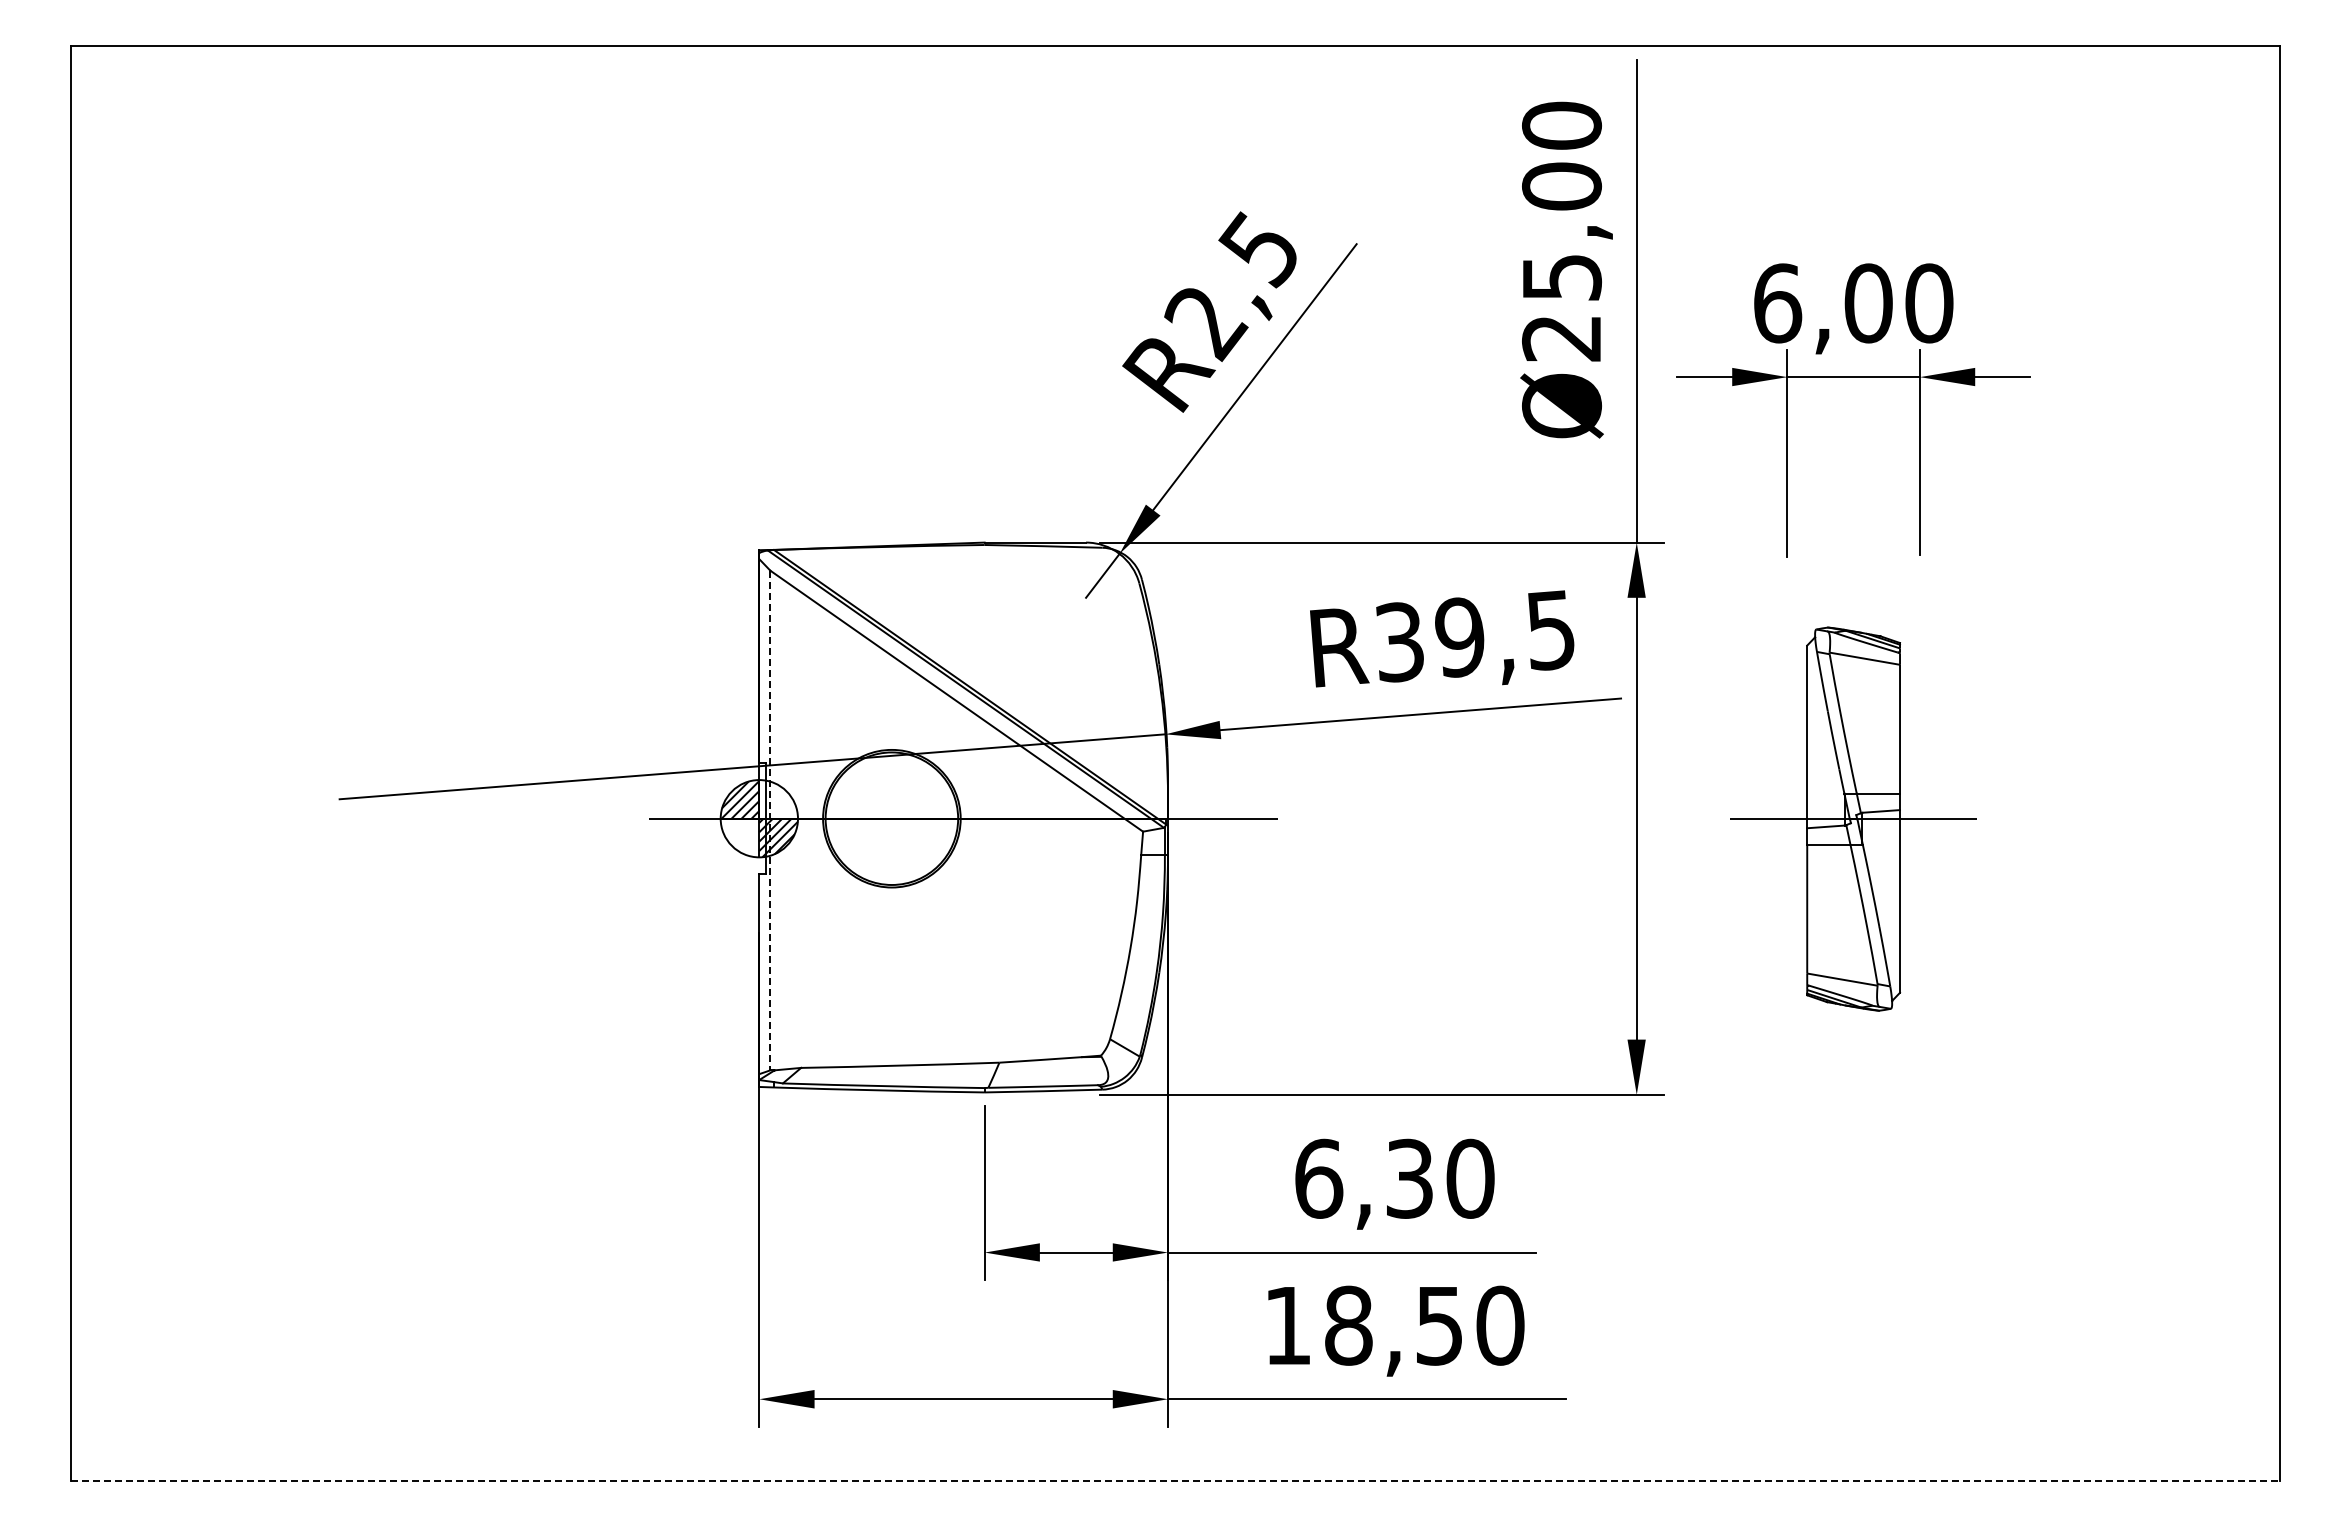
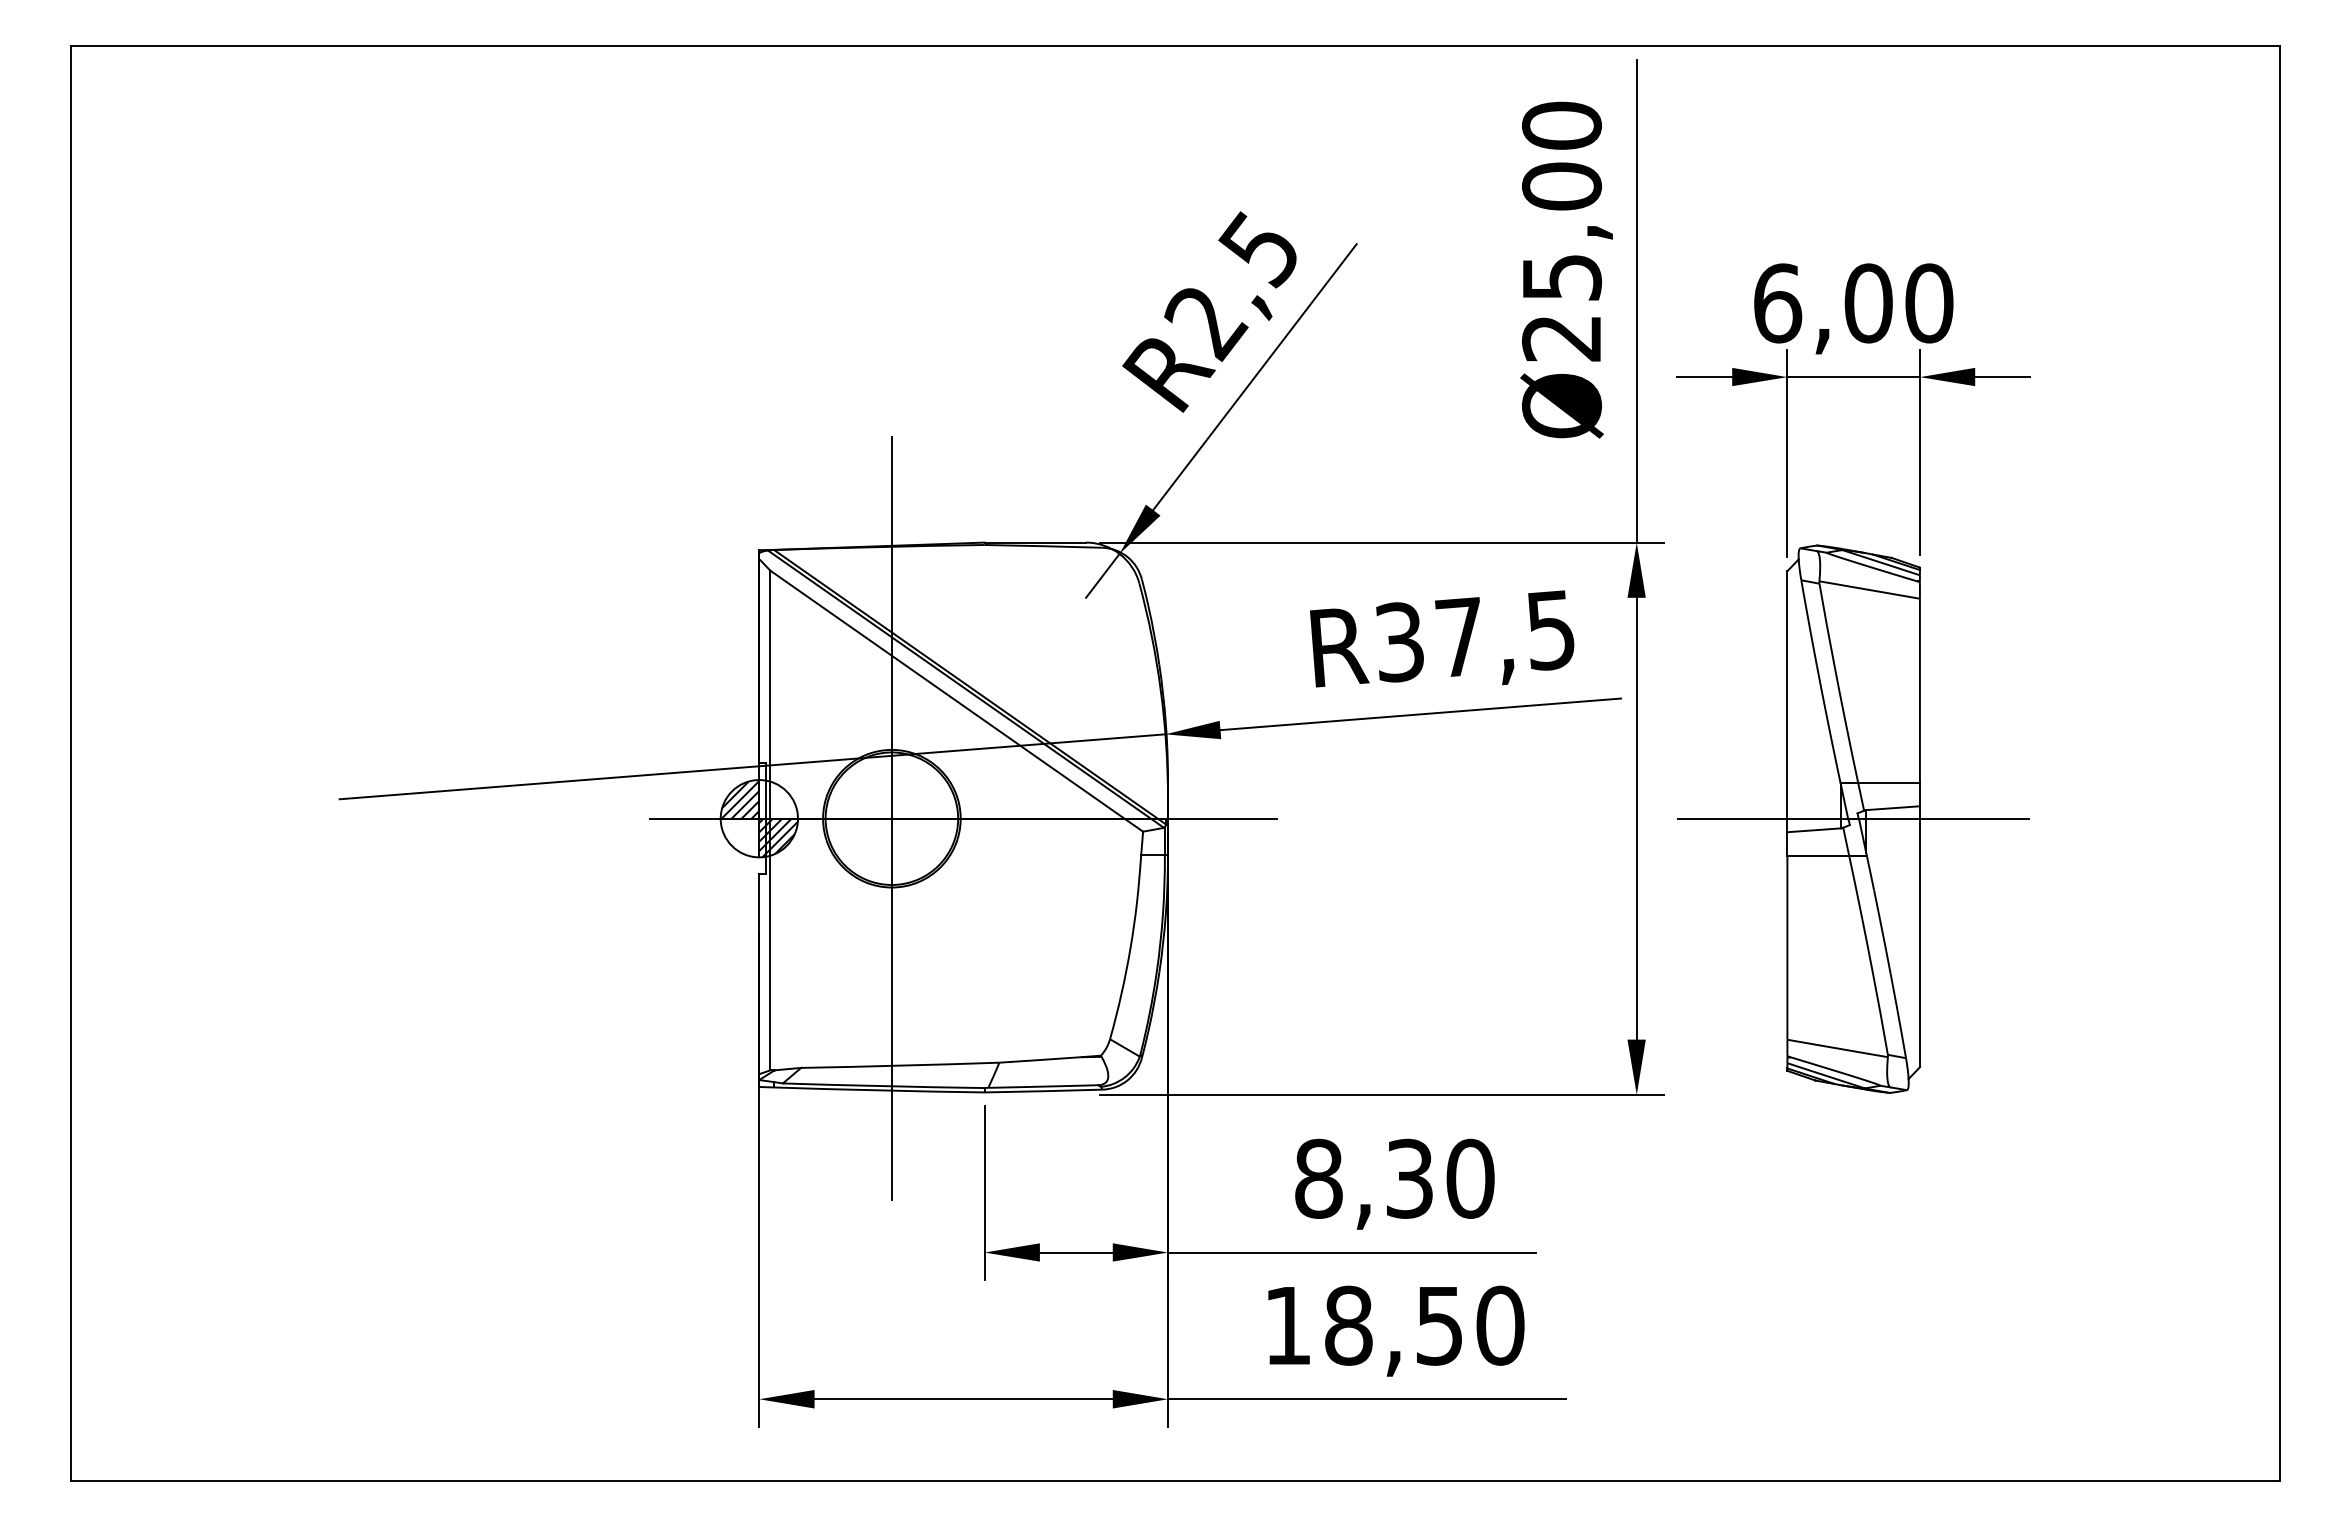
text at (1459, 637): R39,5 -> R37,5
line at (891, 818): none -> present
part at (1853, 818) size: 247x386 px -> 353x550 px
line at (770, 820): dashed -> solid
text at (1319, 1178): 6,30 -> 8,30
line at (1175, 1481): dashed -> solid
